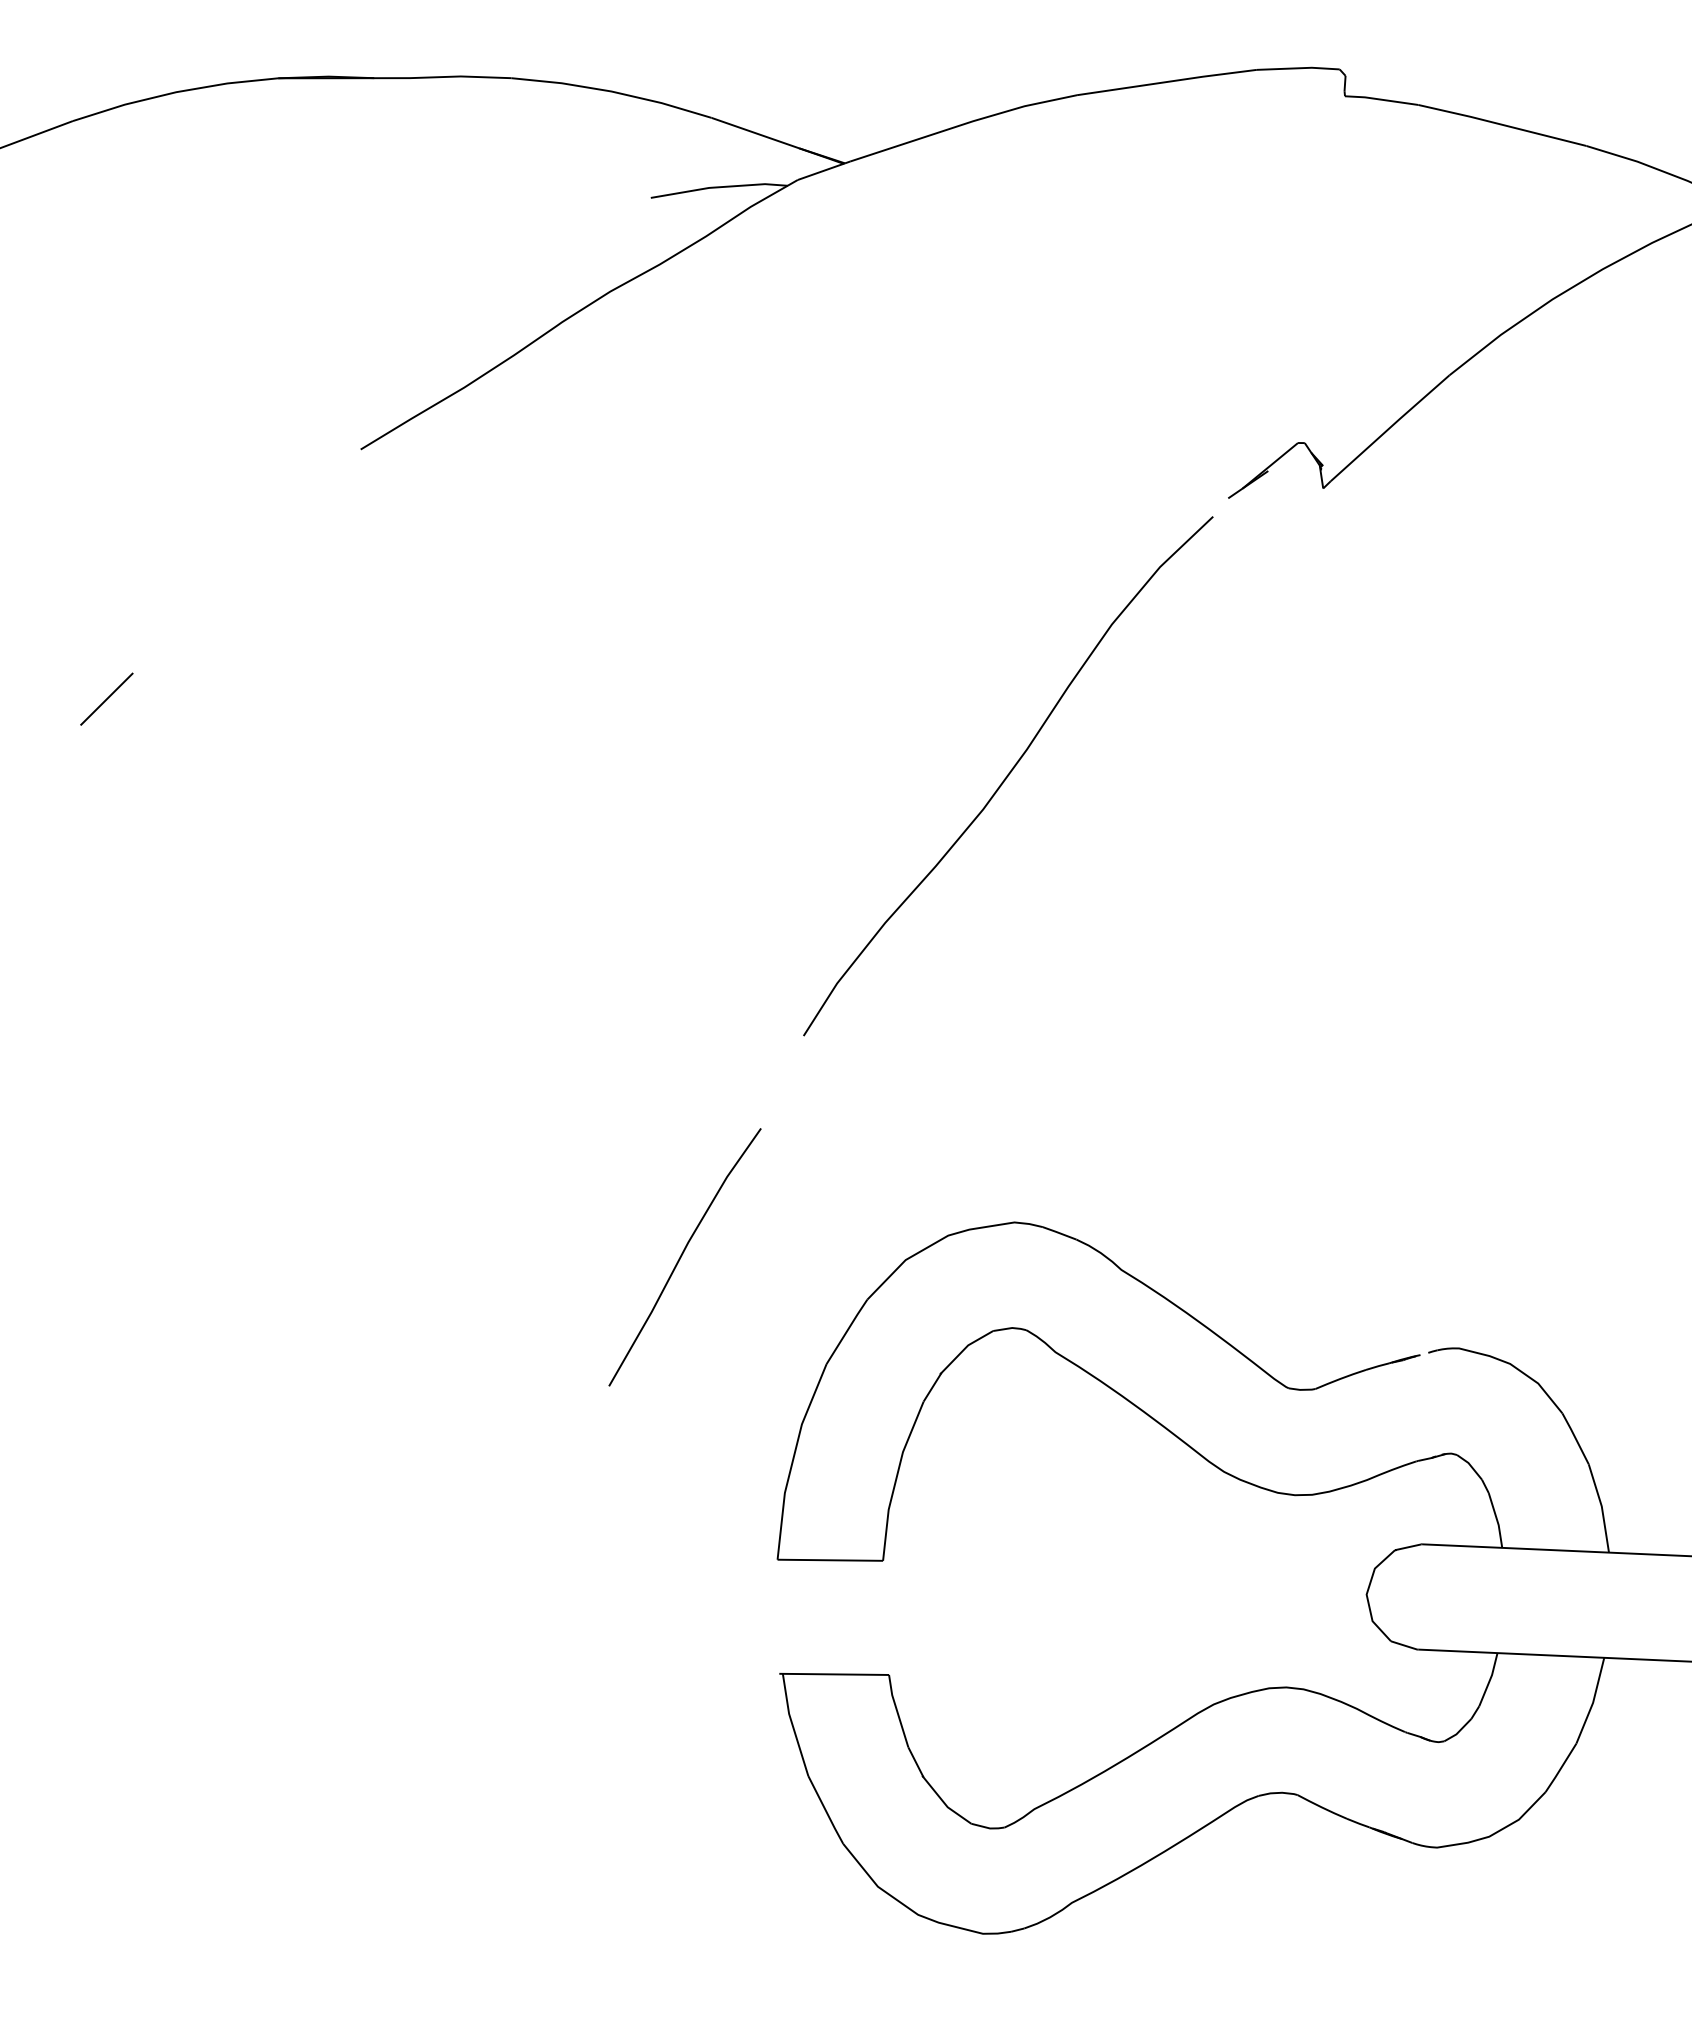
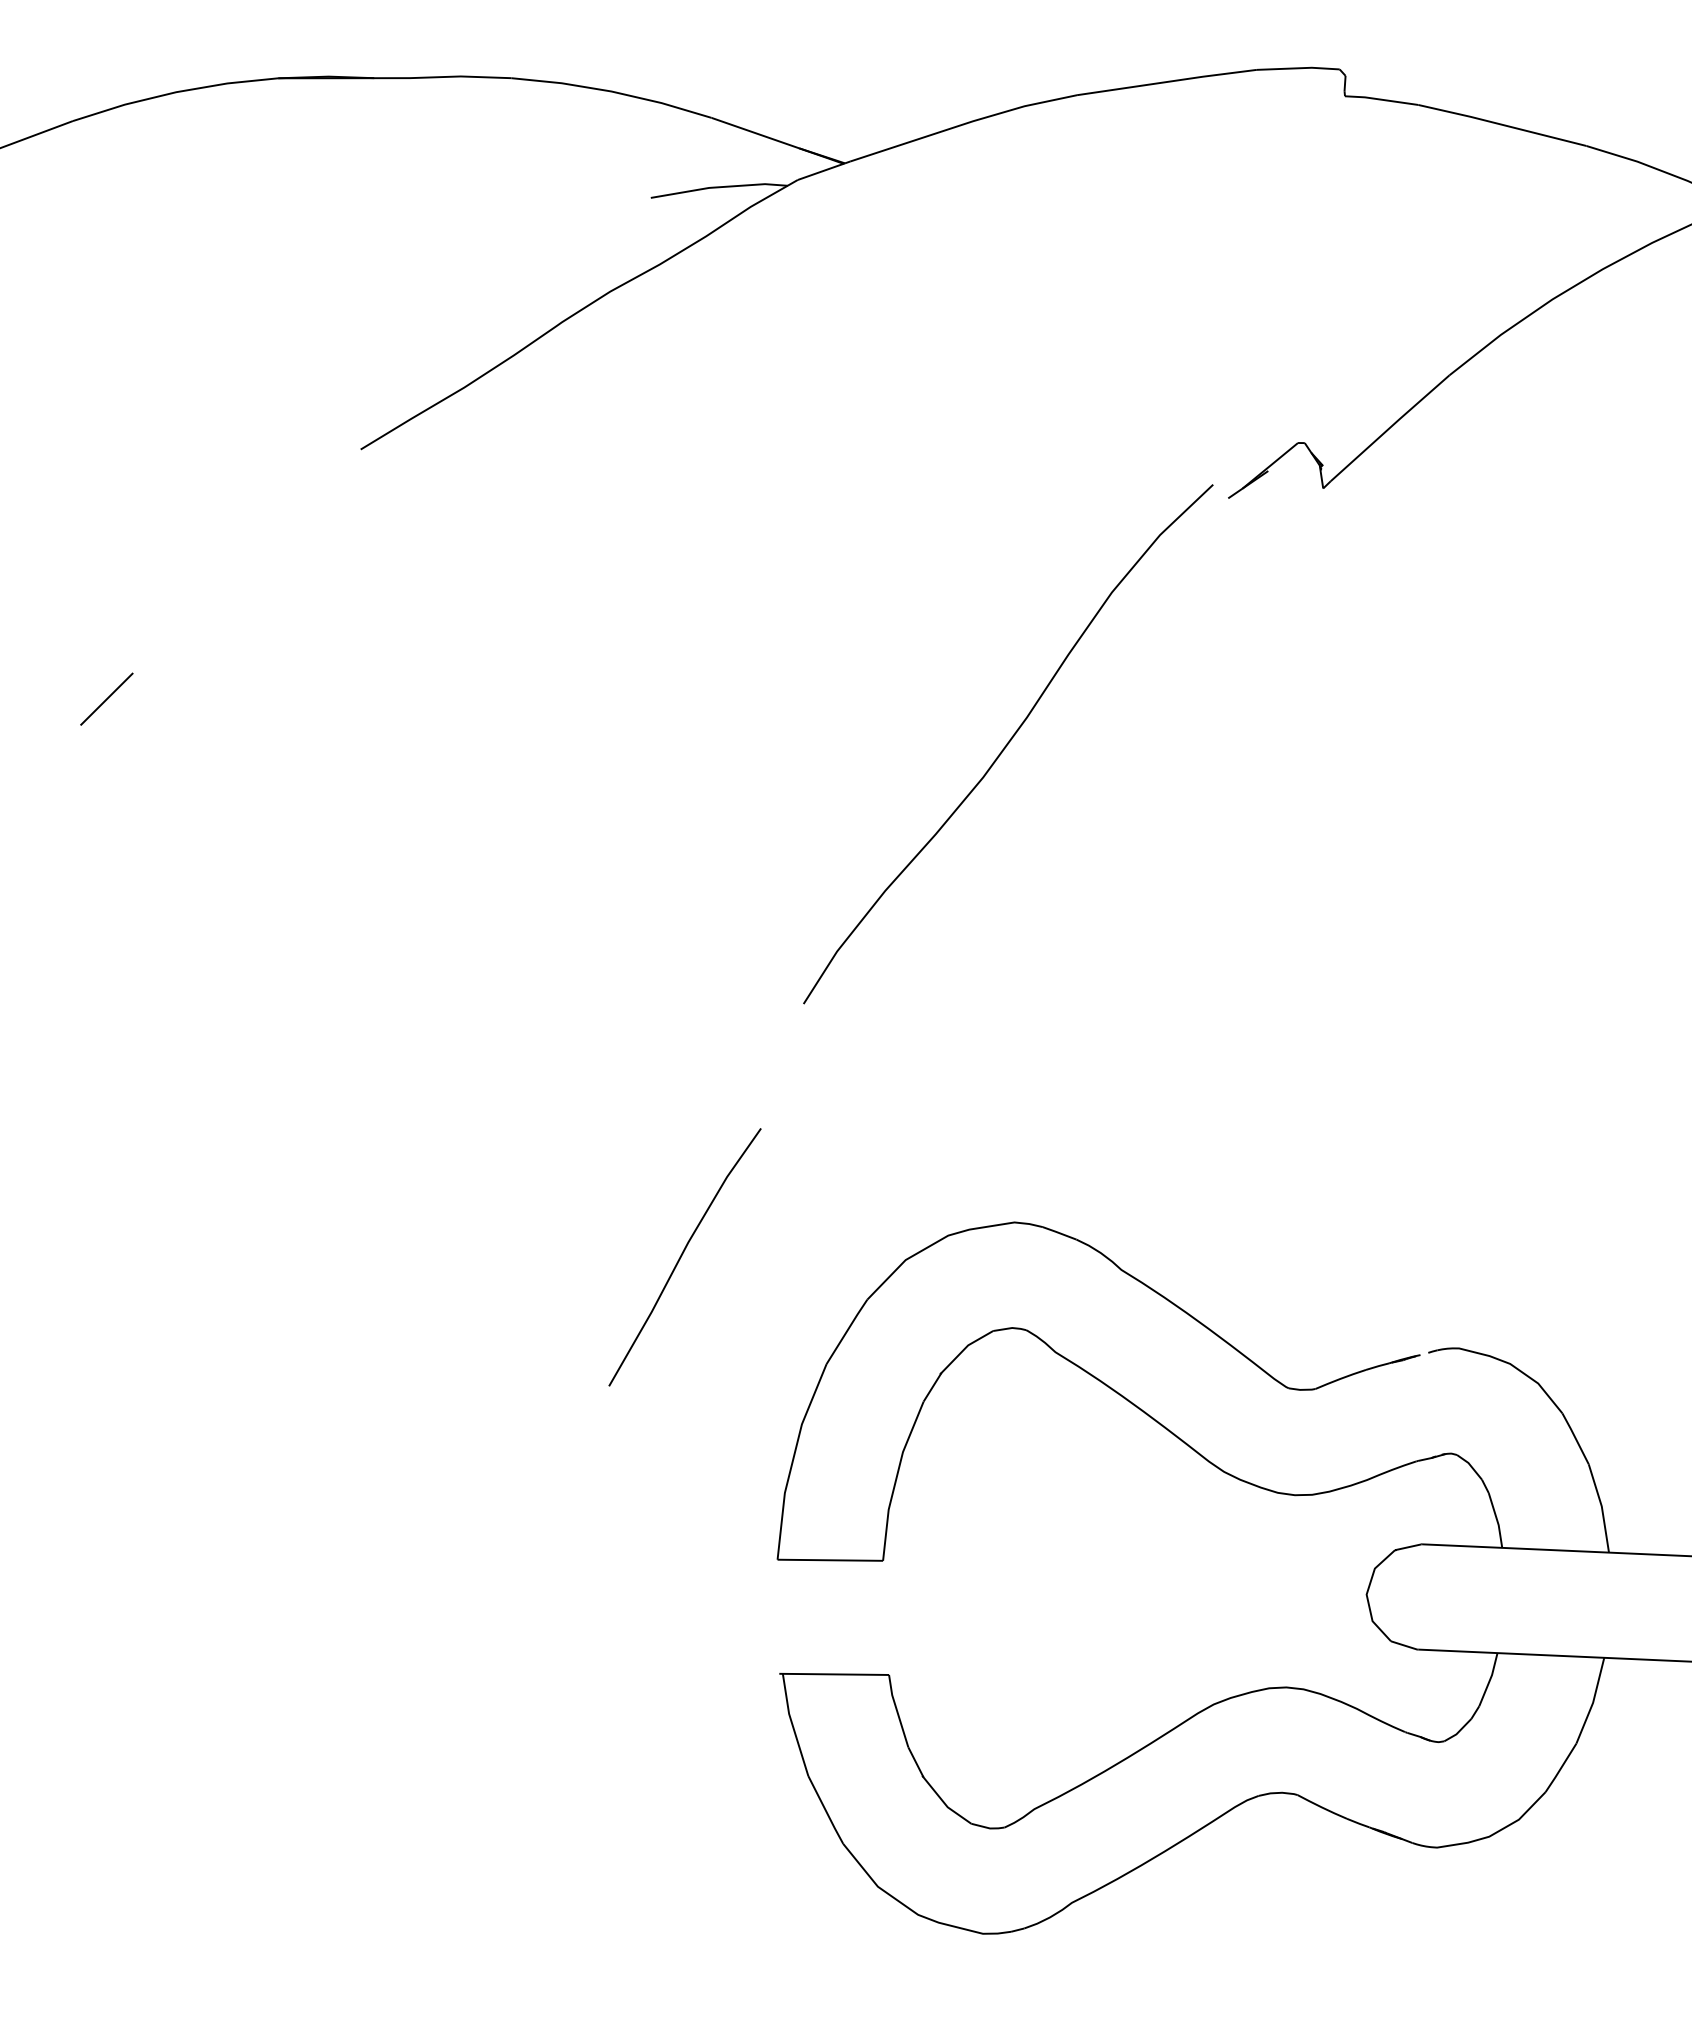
curve at (1008, 776) position: (1008, 776) -> (1008, 744)
